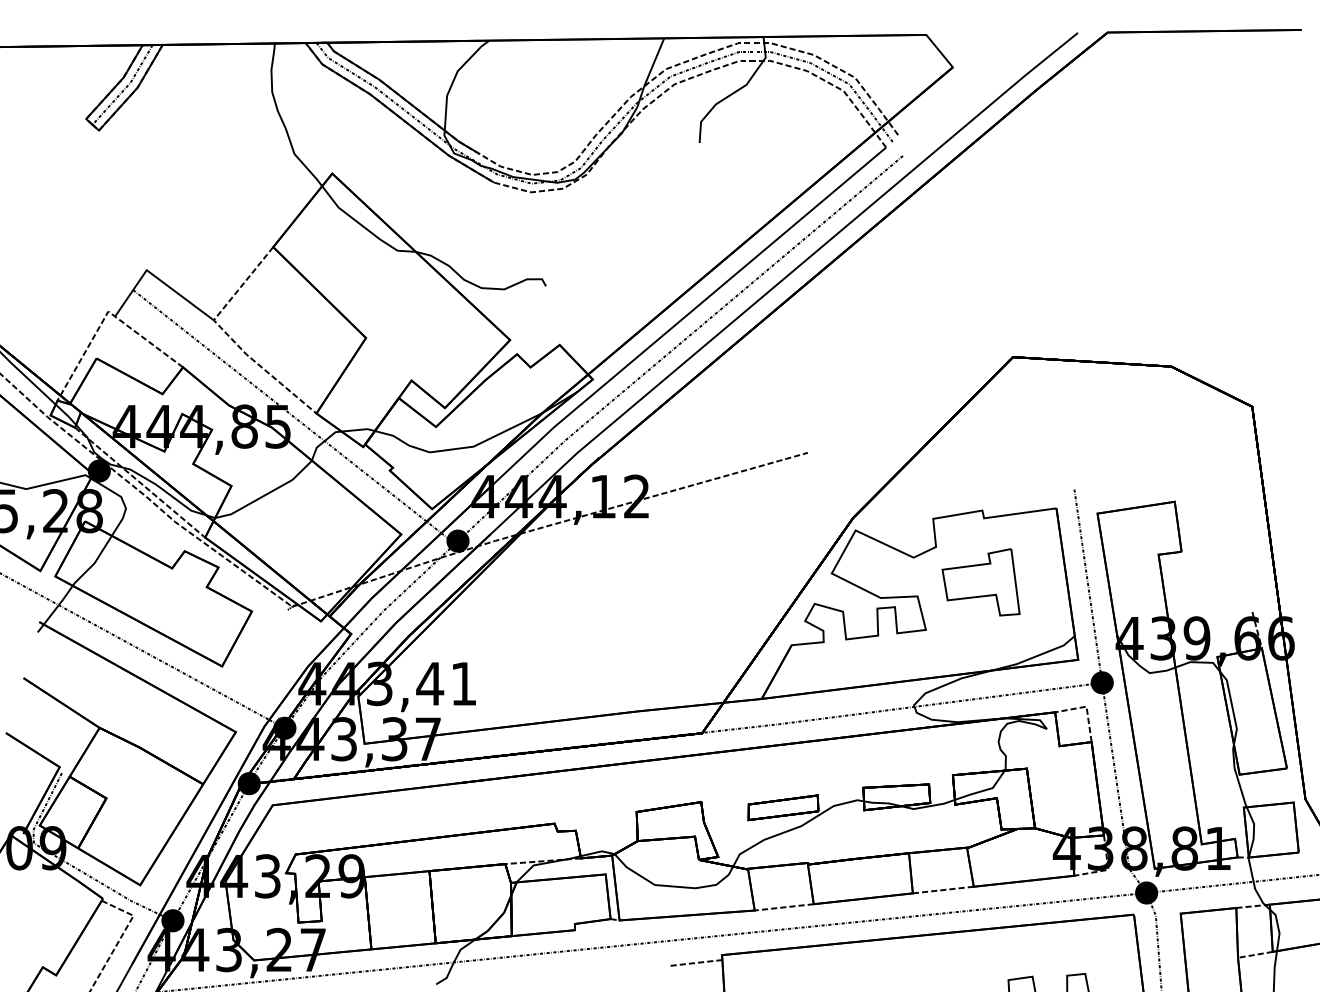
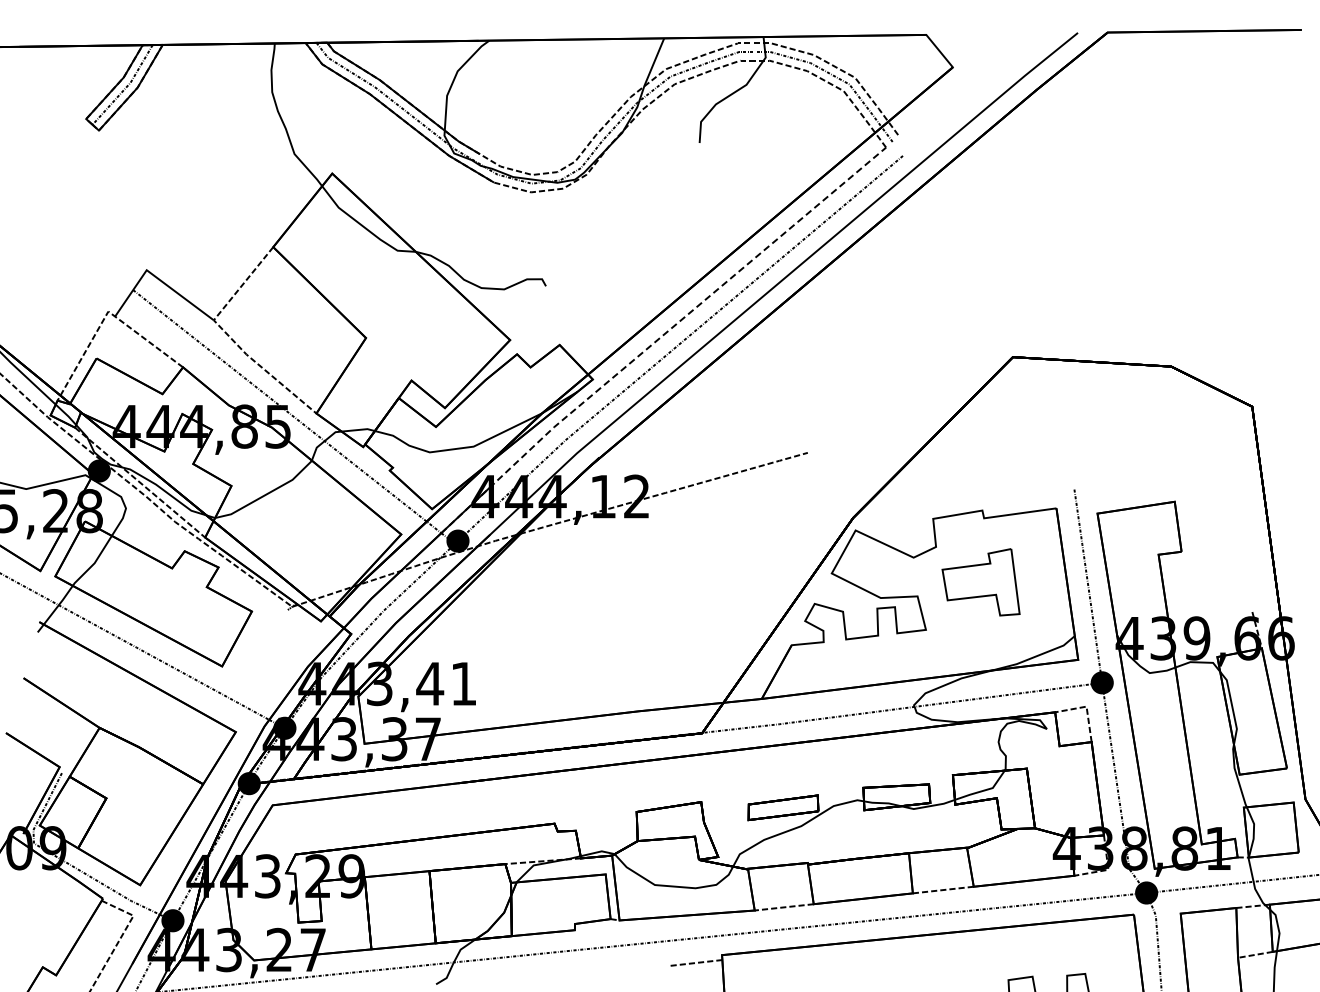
line at (661, 337): solid -> dashed
